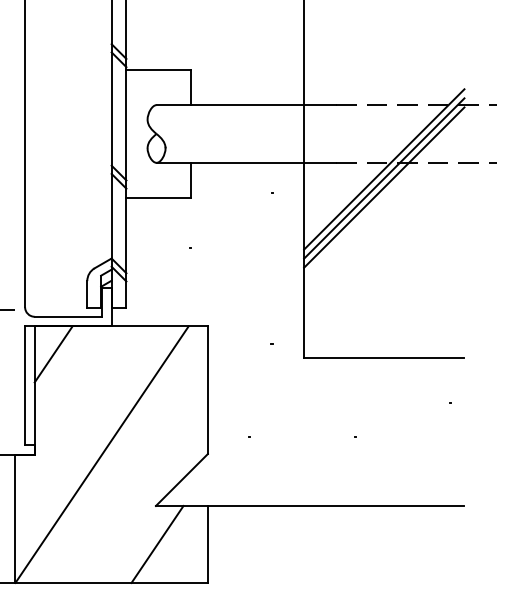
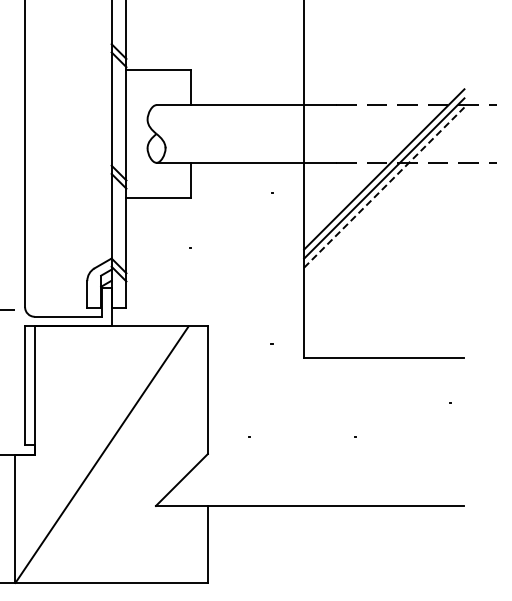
line at (384, 187): solid -> dashed
line at (53, 354): present -> none
line at (157, 544): present -> none
